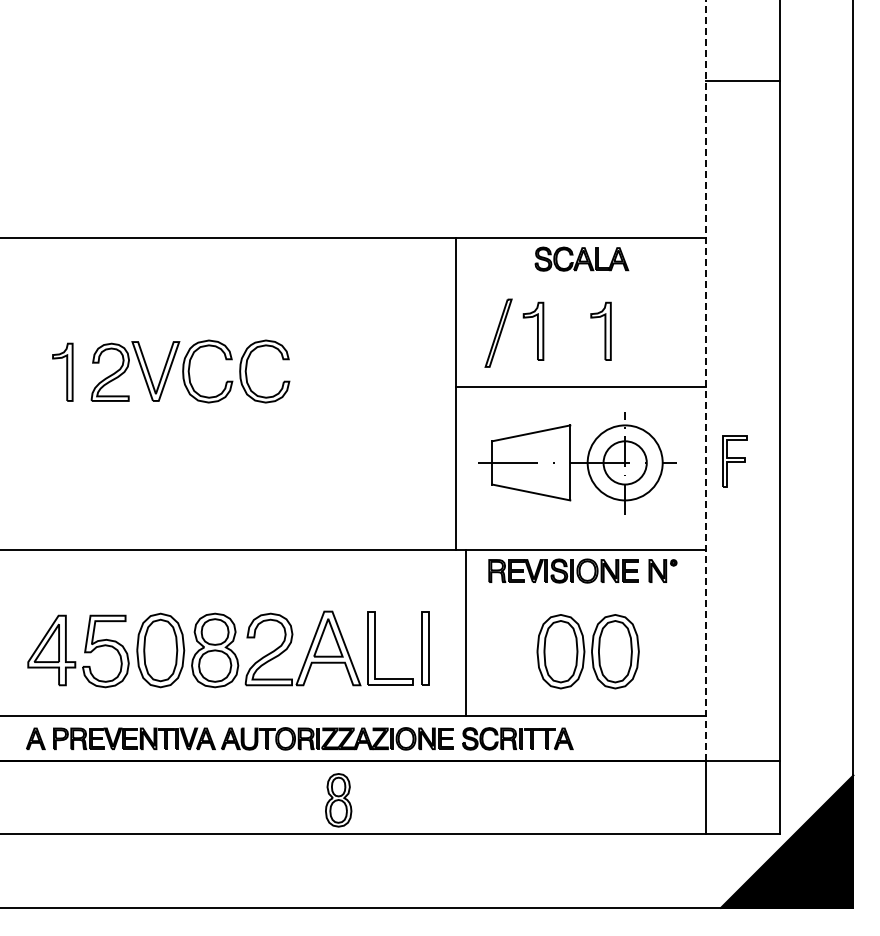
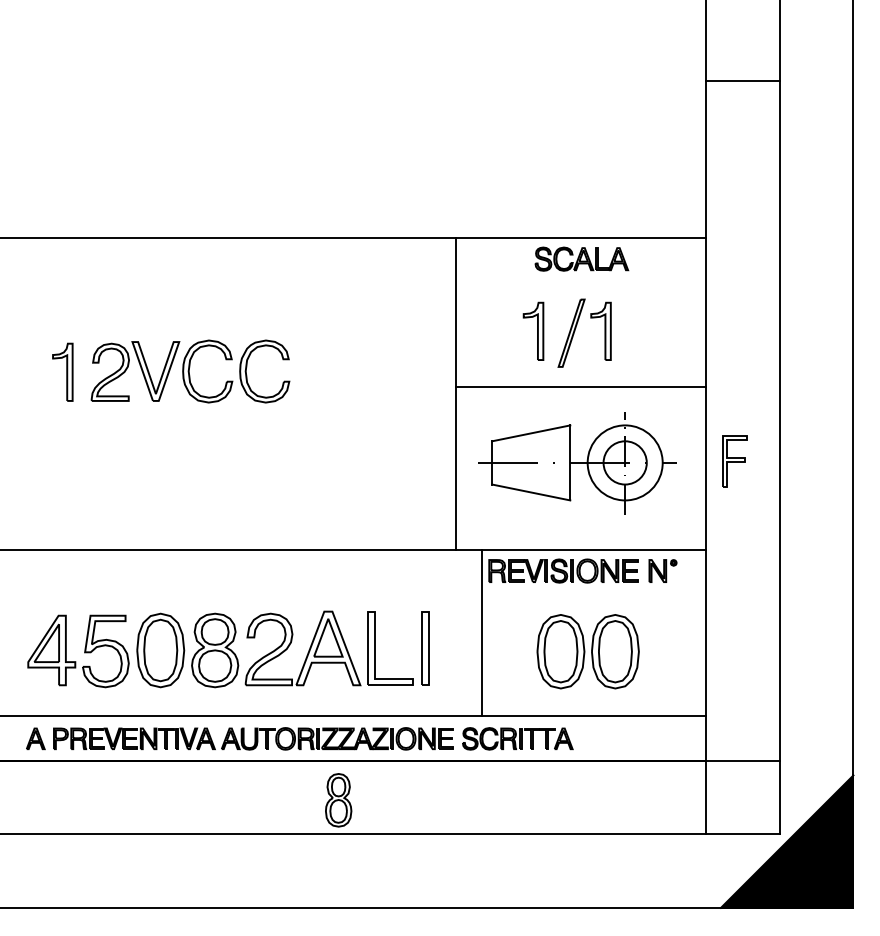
part at (498, 332) position: (498, 332) -> (571, 332)
line at (706, 380): dashed -> solid
line at (466, 633) position: (466, 633) -> (482, 633)
